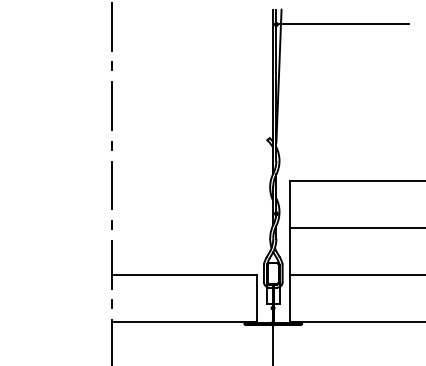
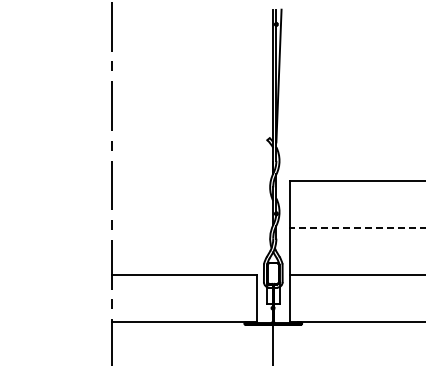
line at (342, 24): present -> none
line at (357, 228): solid -> dashed
